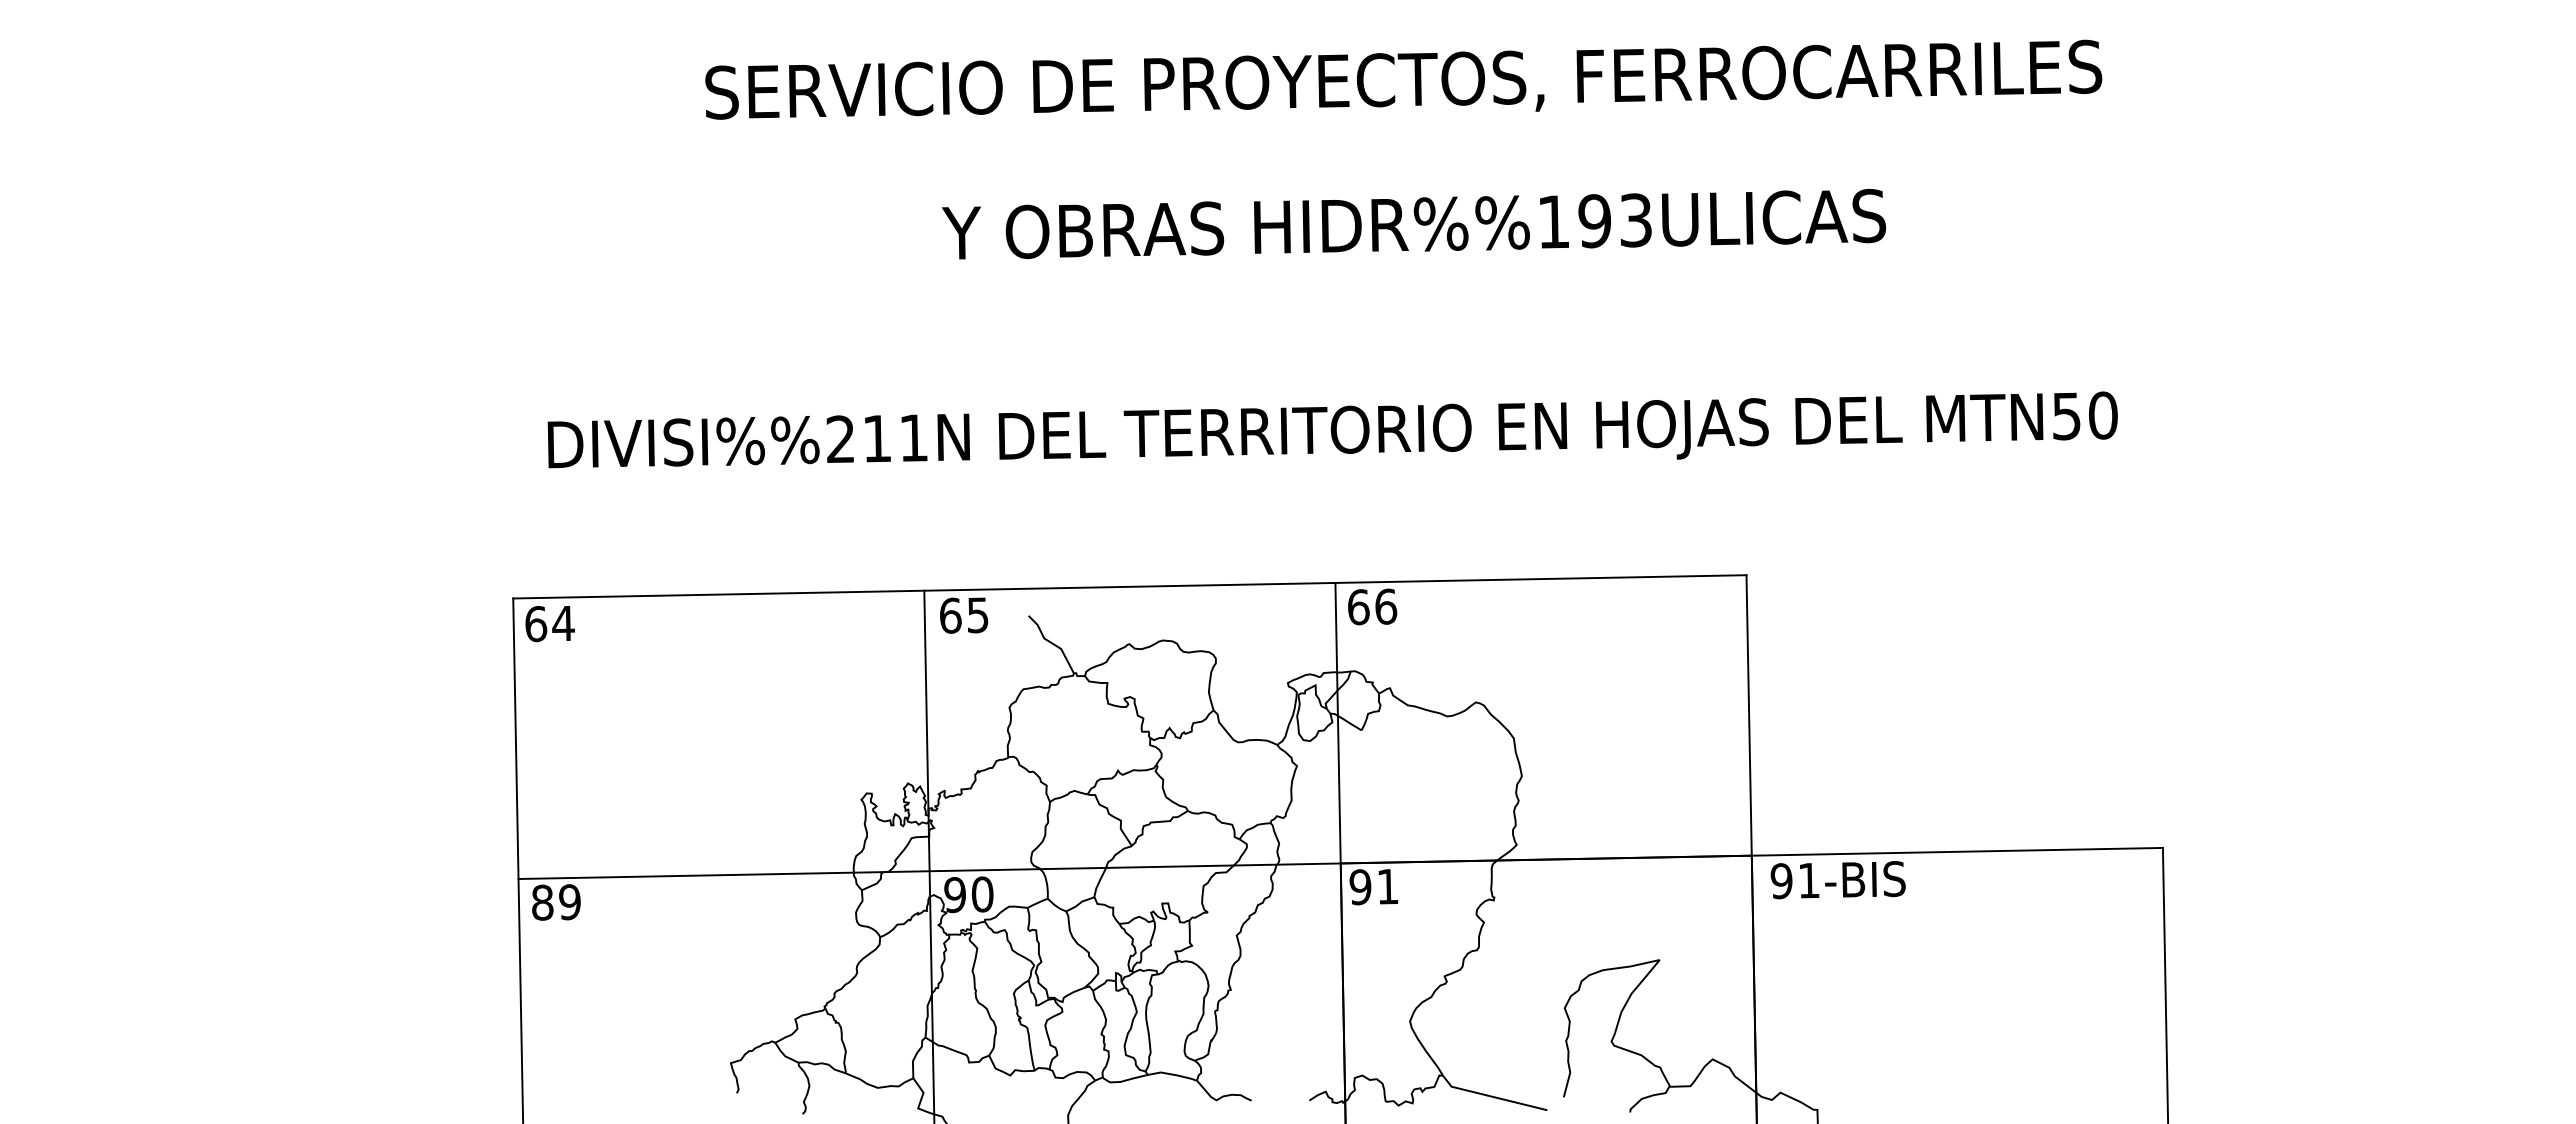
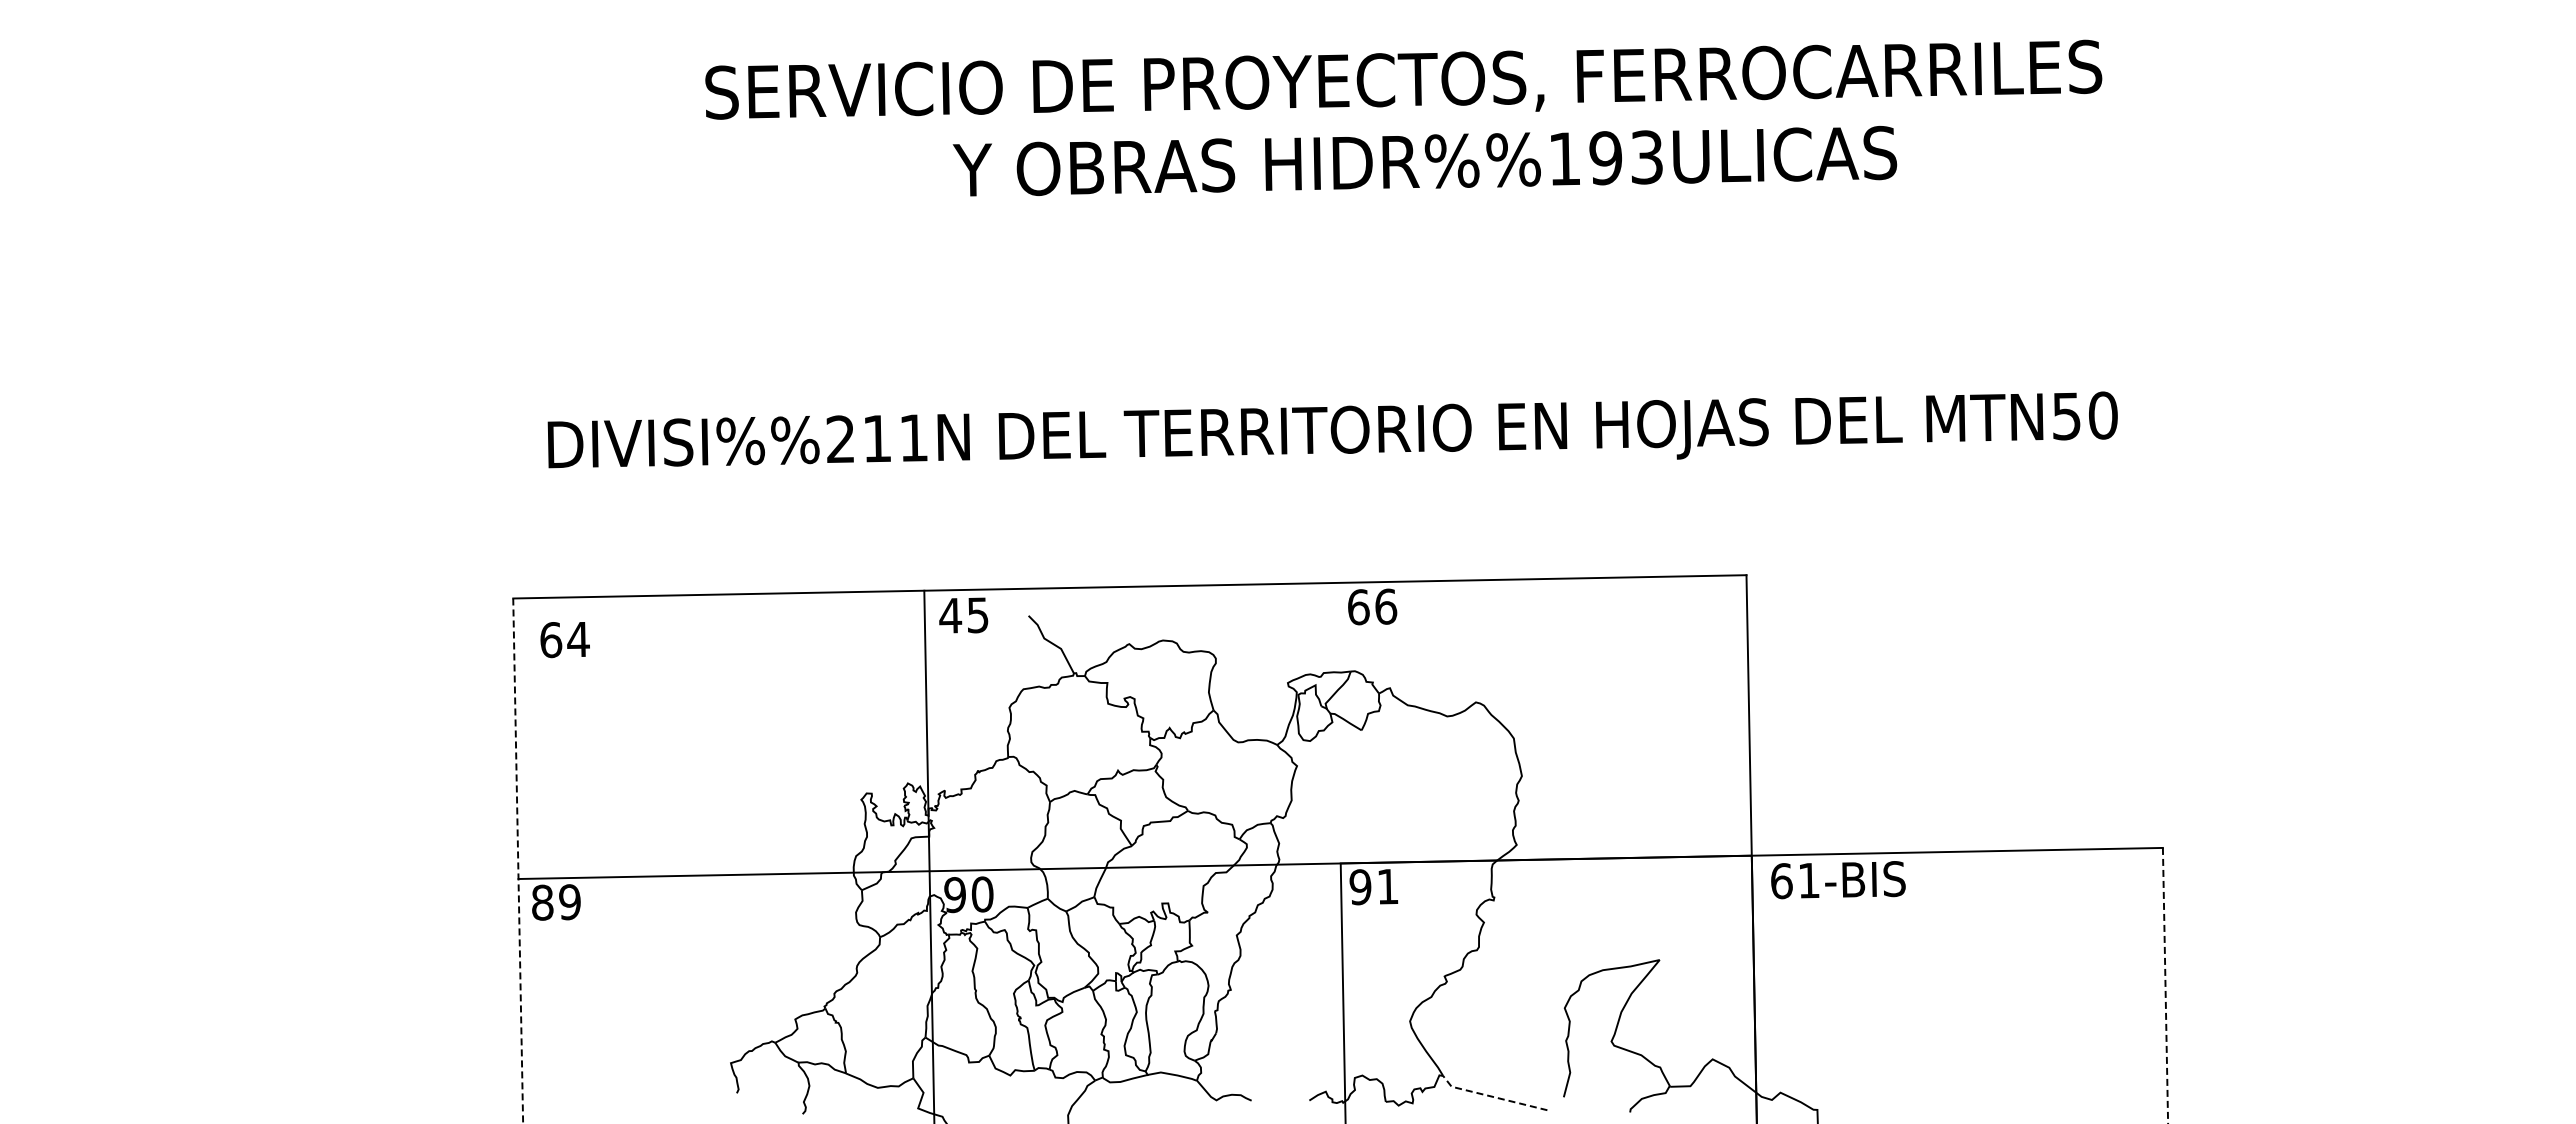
text at (1413, 224) position: (1413, 224) -> (1424, 161)
text at (950, 615): 65 -> 45
text at (549, 624) position: (549, 624) -> (564, 640)
line at (1340, 851): present -> none
line at (518, 861): solid -> dashed
text at (1781, 881): 91-BIS -> 61-BIS
line at (2165, 985): solid -> dashed
line at (1492, 1096): solid -> dashed
